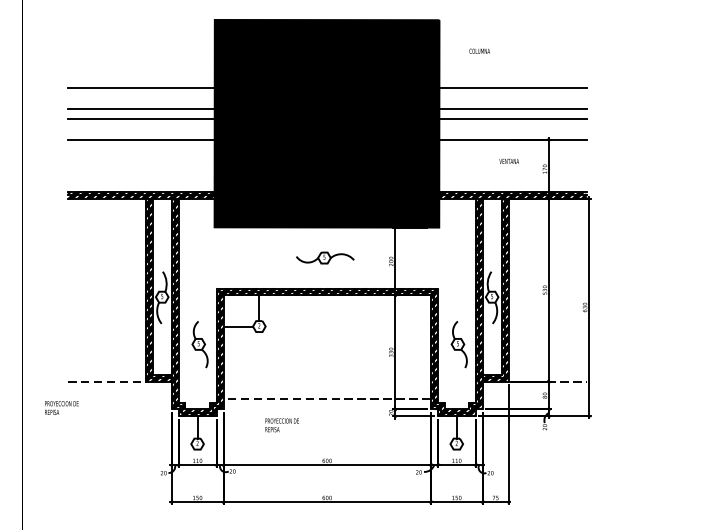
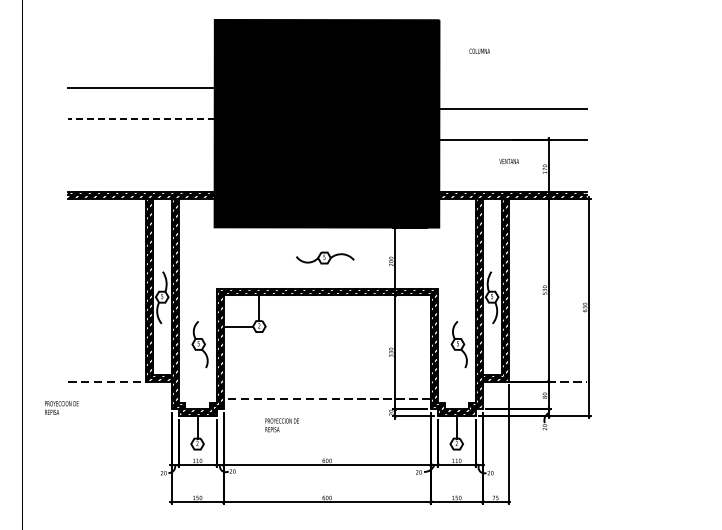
line at (512, 88): present -> none
line at (140, 108): present -> none
line at (140, 119): solid -> dashed
line at (512, 119): present -> none
line at (140, 139): present -> none
